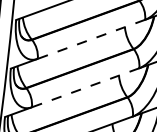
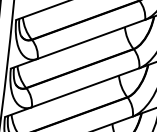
line at (90, 39): dashed -> solid
line at (85, 87): dashed -> solid
